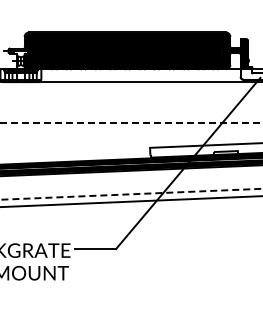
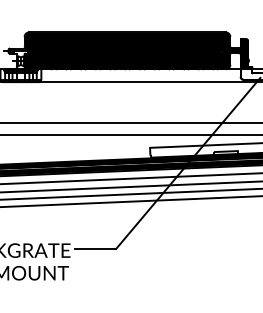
line at (131, 122): dashed -> solid
line at (130, 135): none -> present
line at (130, 178): none -> present
line at (130, 186): none -> present
line at (131, 194): dashed -> solid
